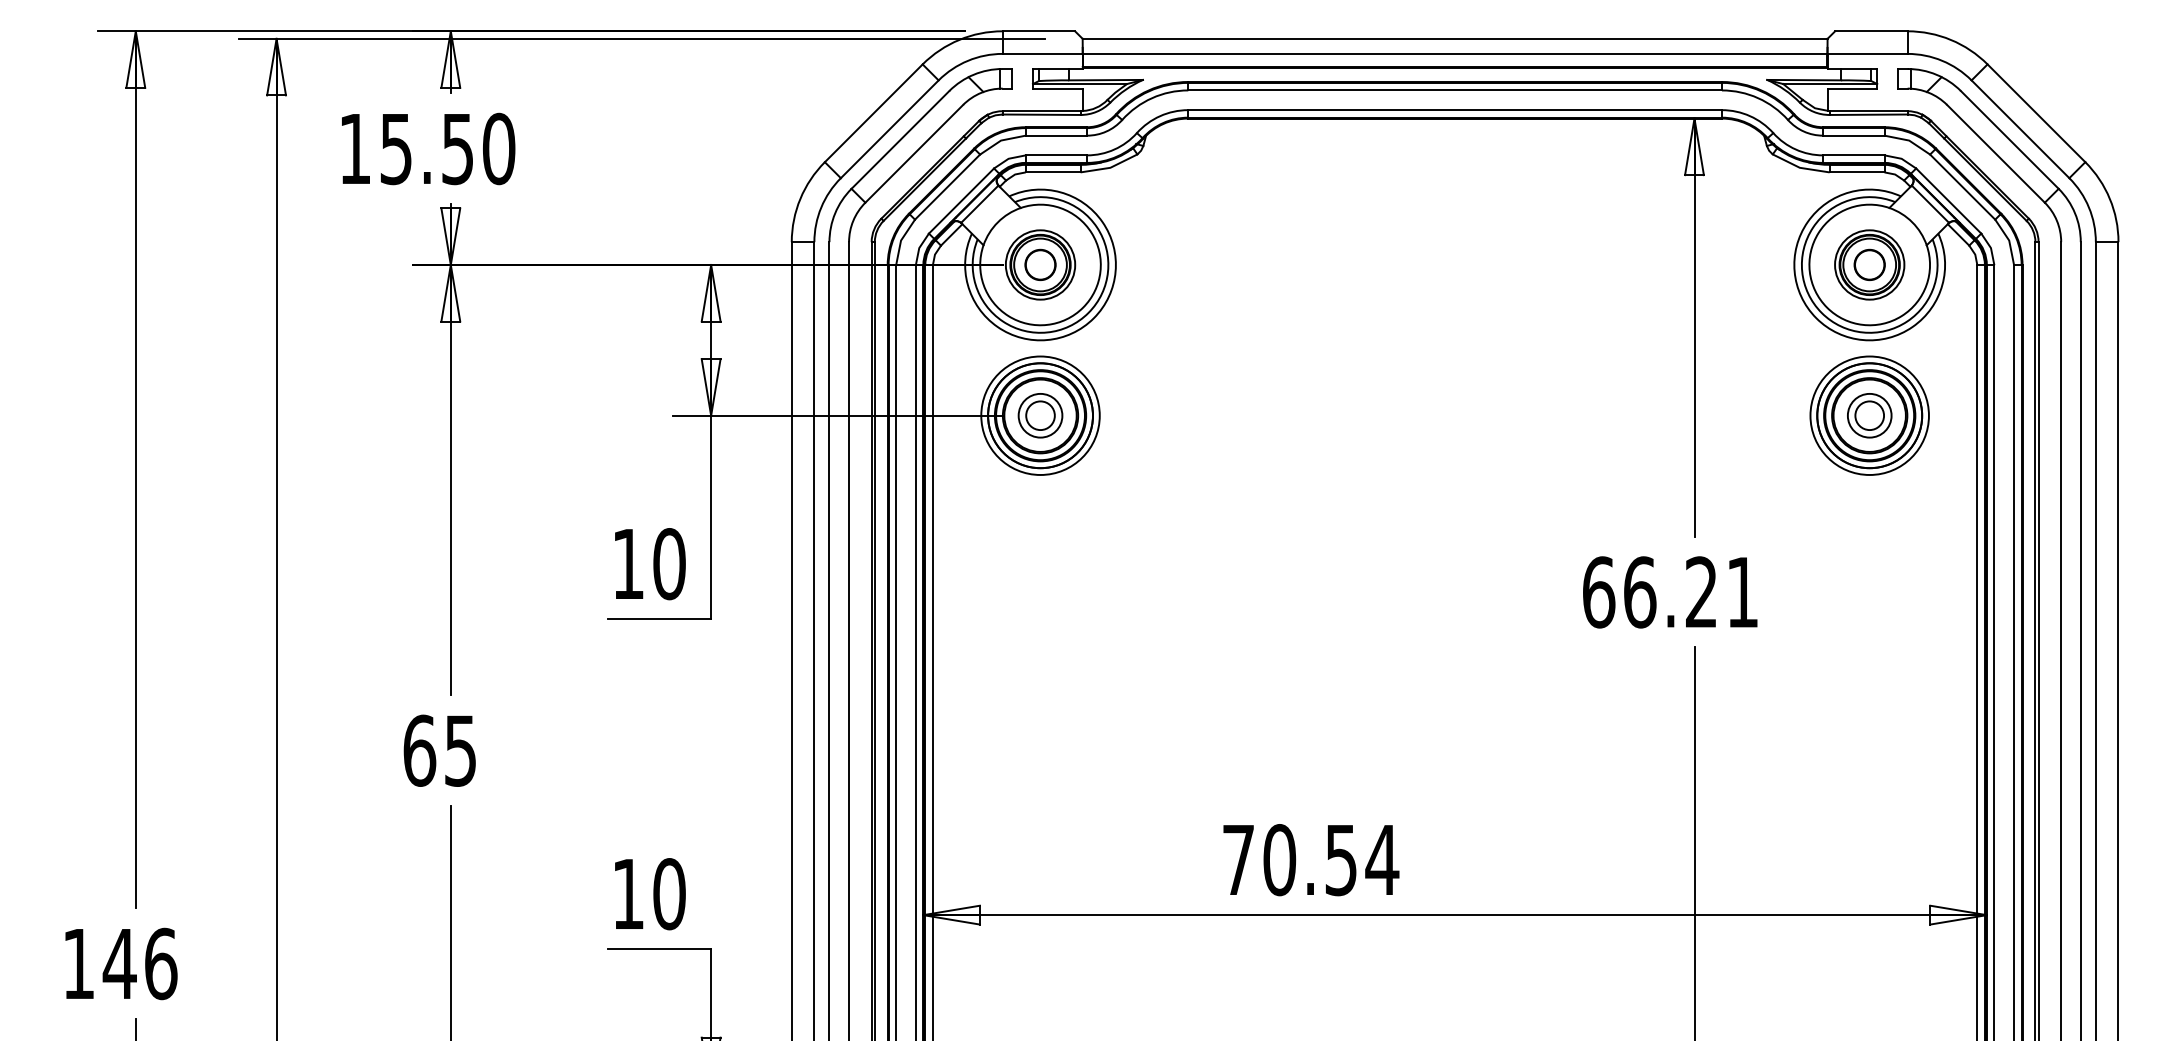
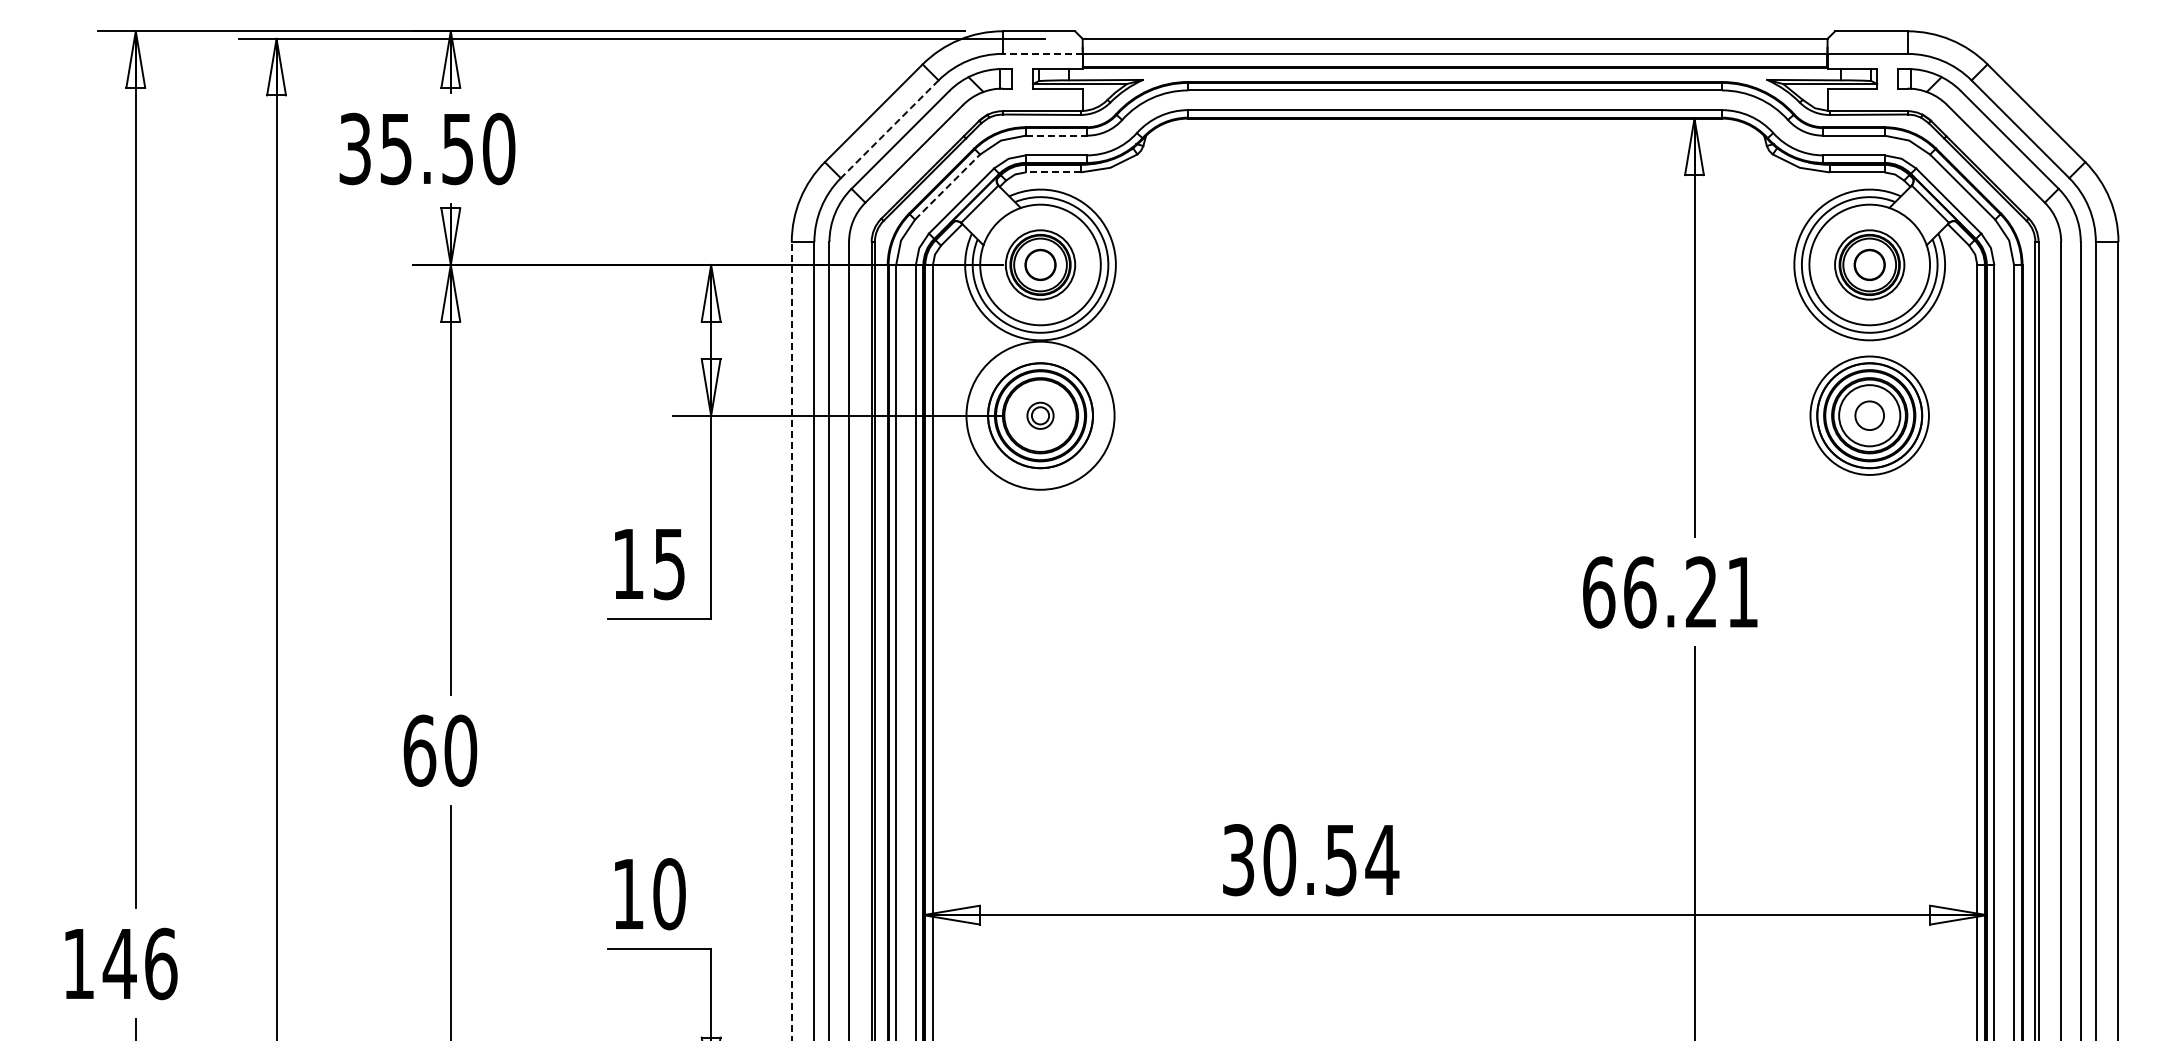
line at (1042, 53): solid -> dashed
line at (889, 129): solid -> dashed
line at (1056, 135): solid -> dashed
text at (354, 148): 15.50 -> 35.50
line at (1052, 172): solid -> dashed
line at (947, 186): solid -> dashed
circle at (1040, 415) diameter: 118 px -> 148 px
part at (1040, 415) size: 47x46 px -> 29x29 px
circle at (1869, 415) diameter: 44 px -> 61 px
text at (669, 564): 10 -> 15
line at (791, 641): solid -> dashed
text at (460, 750): 65 -> 60
text at (1238, 860): 70.54 -> 30.54
